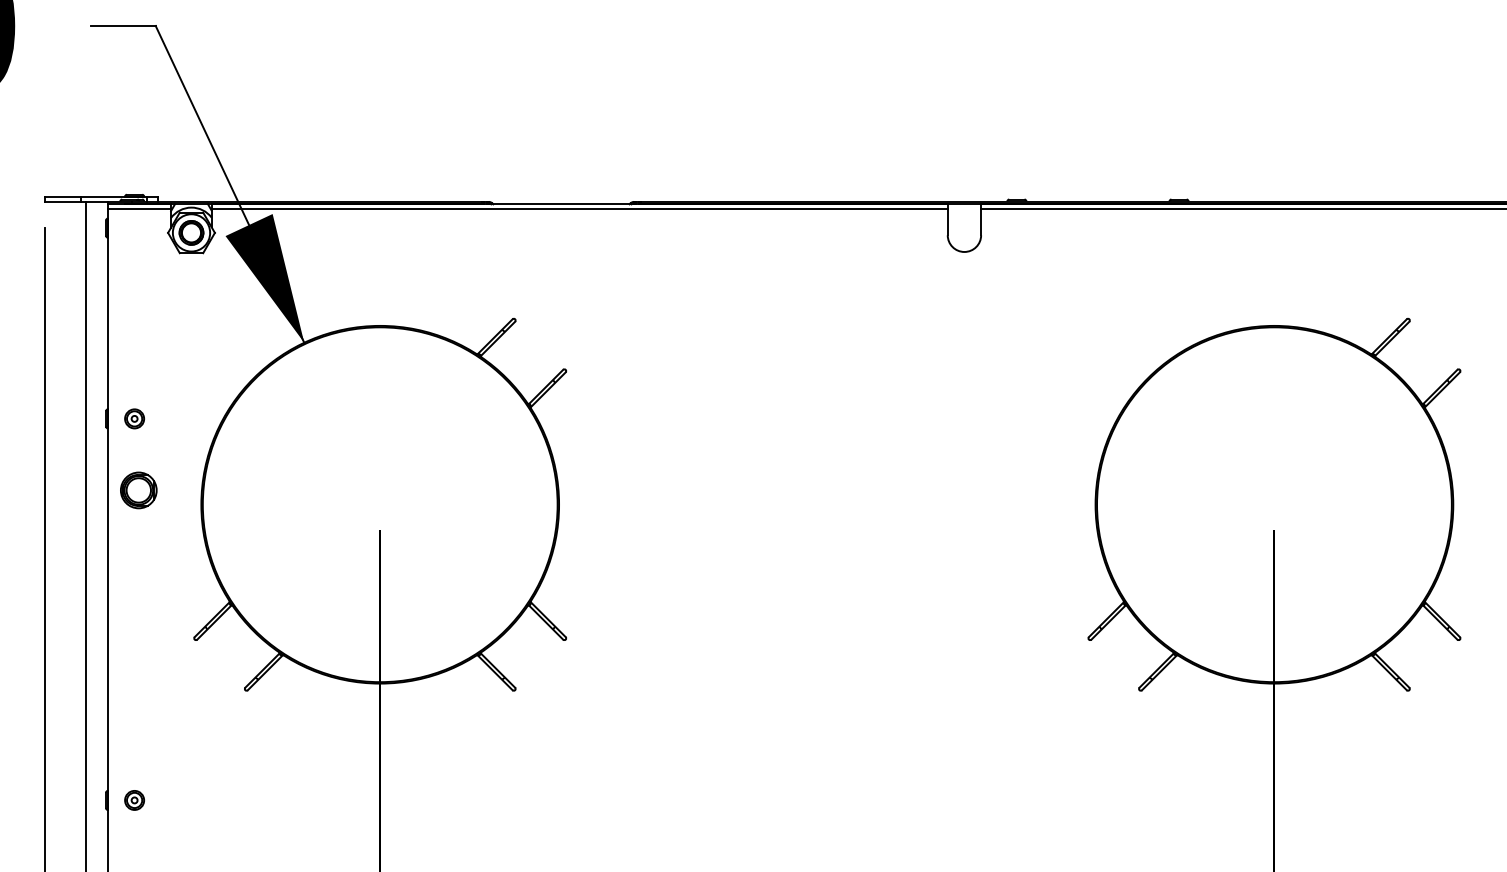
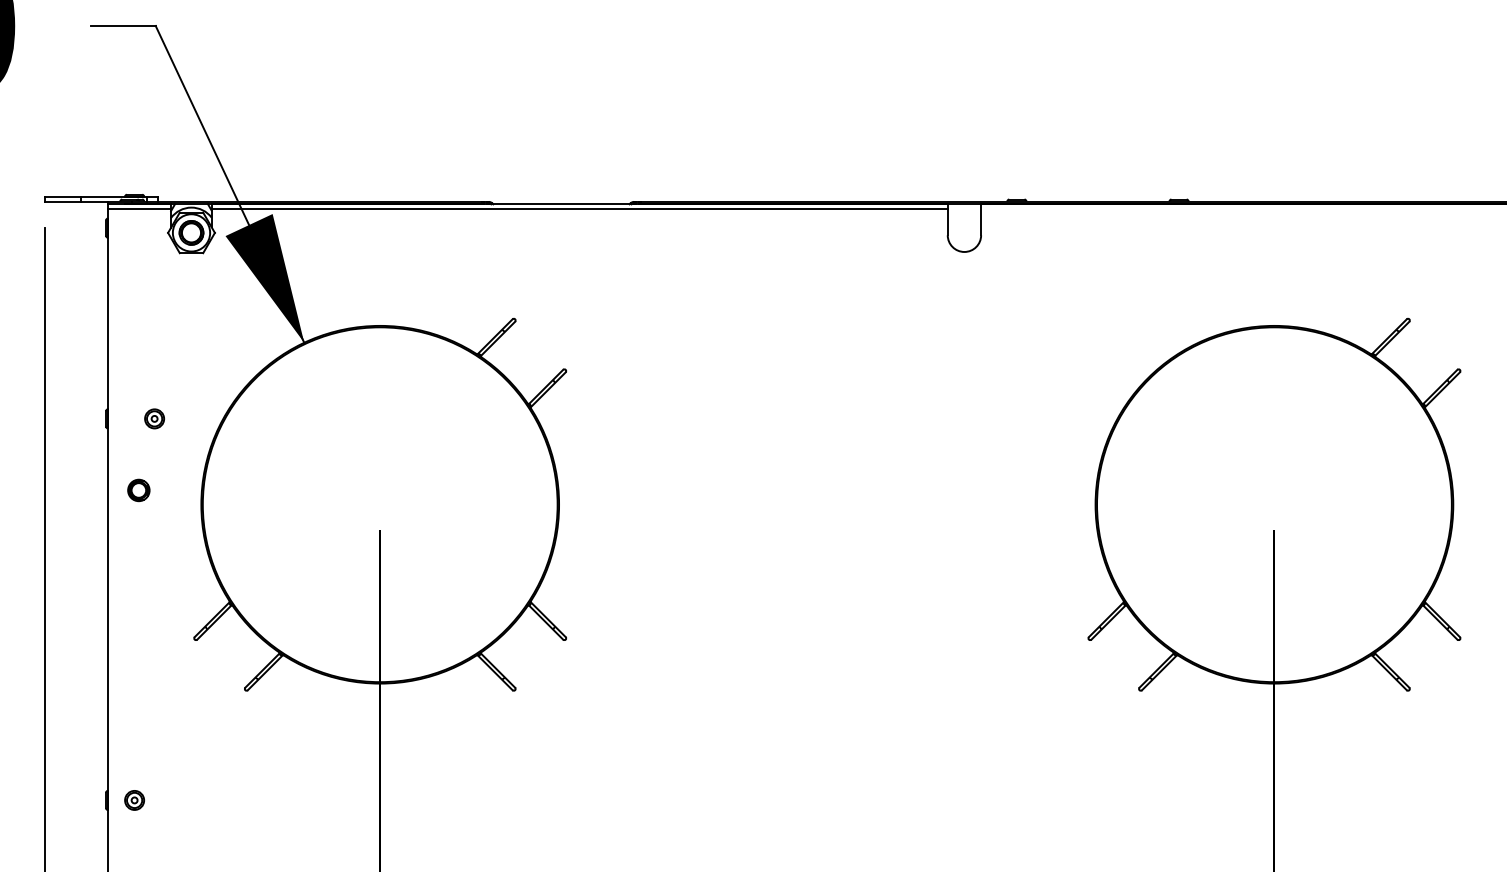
line at (1242, 209): present -> none
part at (134, 418) position: (134, 418) -> (154, 418)
part at (138, 490) size: 38x39 px -> 24x25 px
line at (85, 534): present -> none
